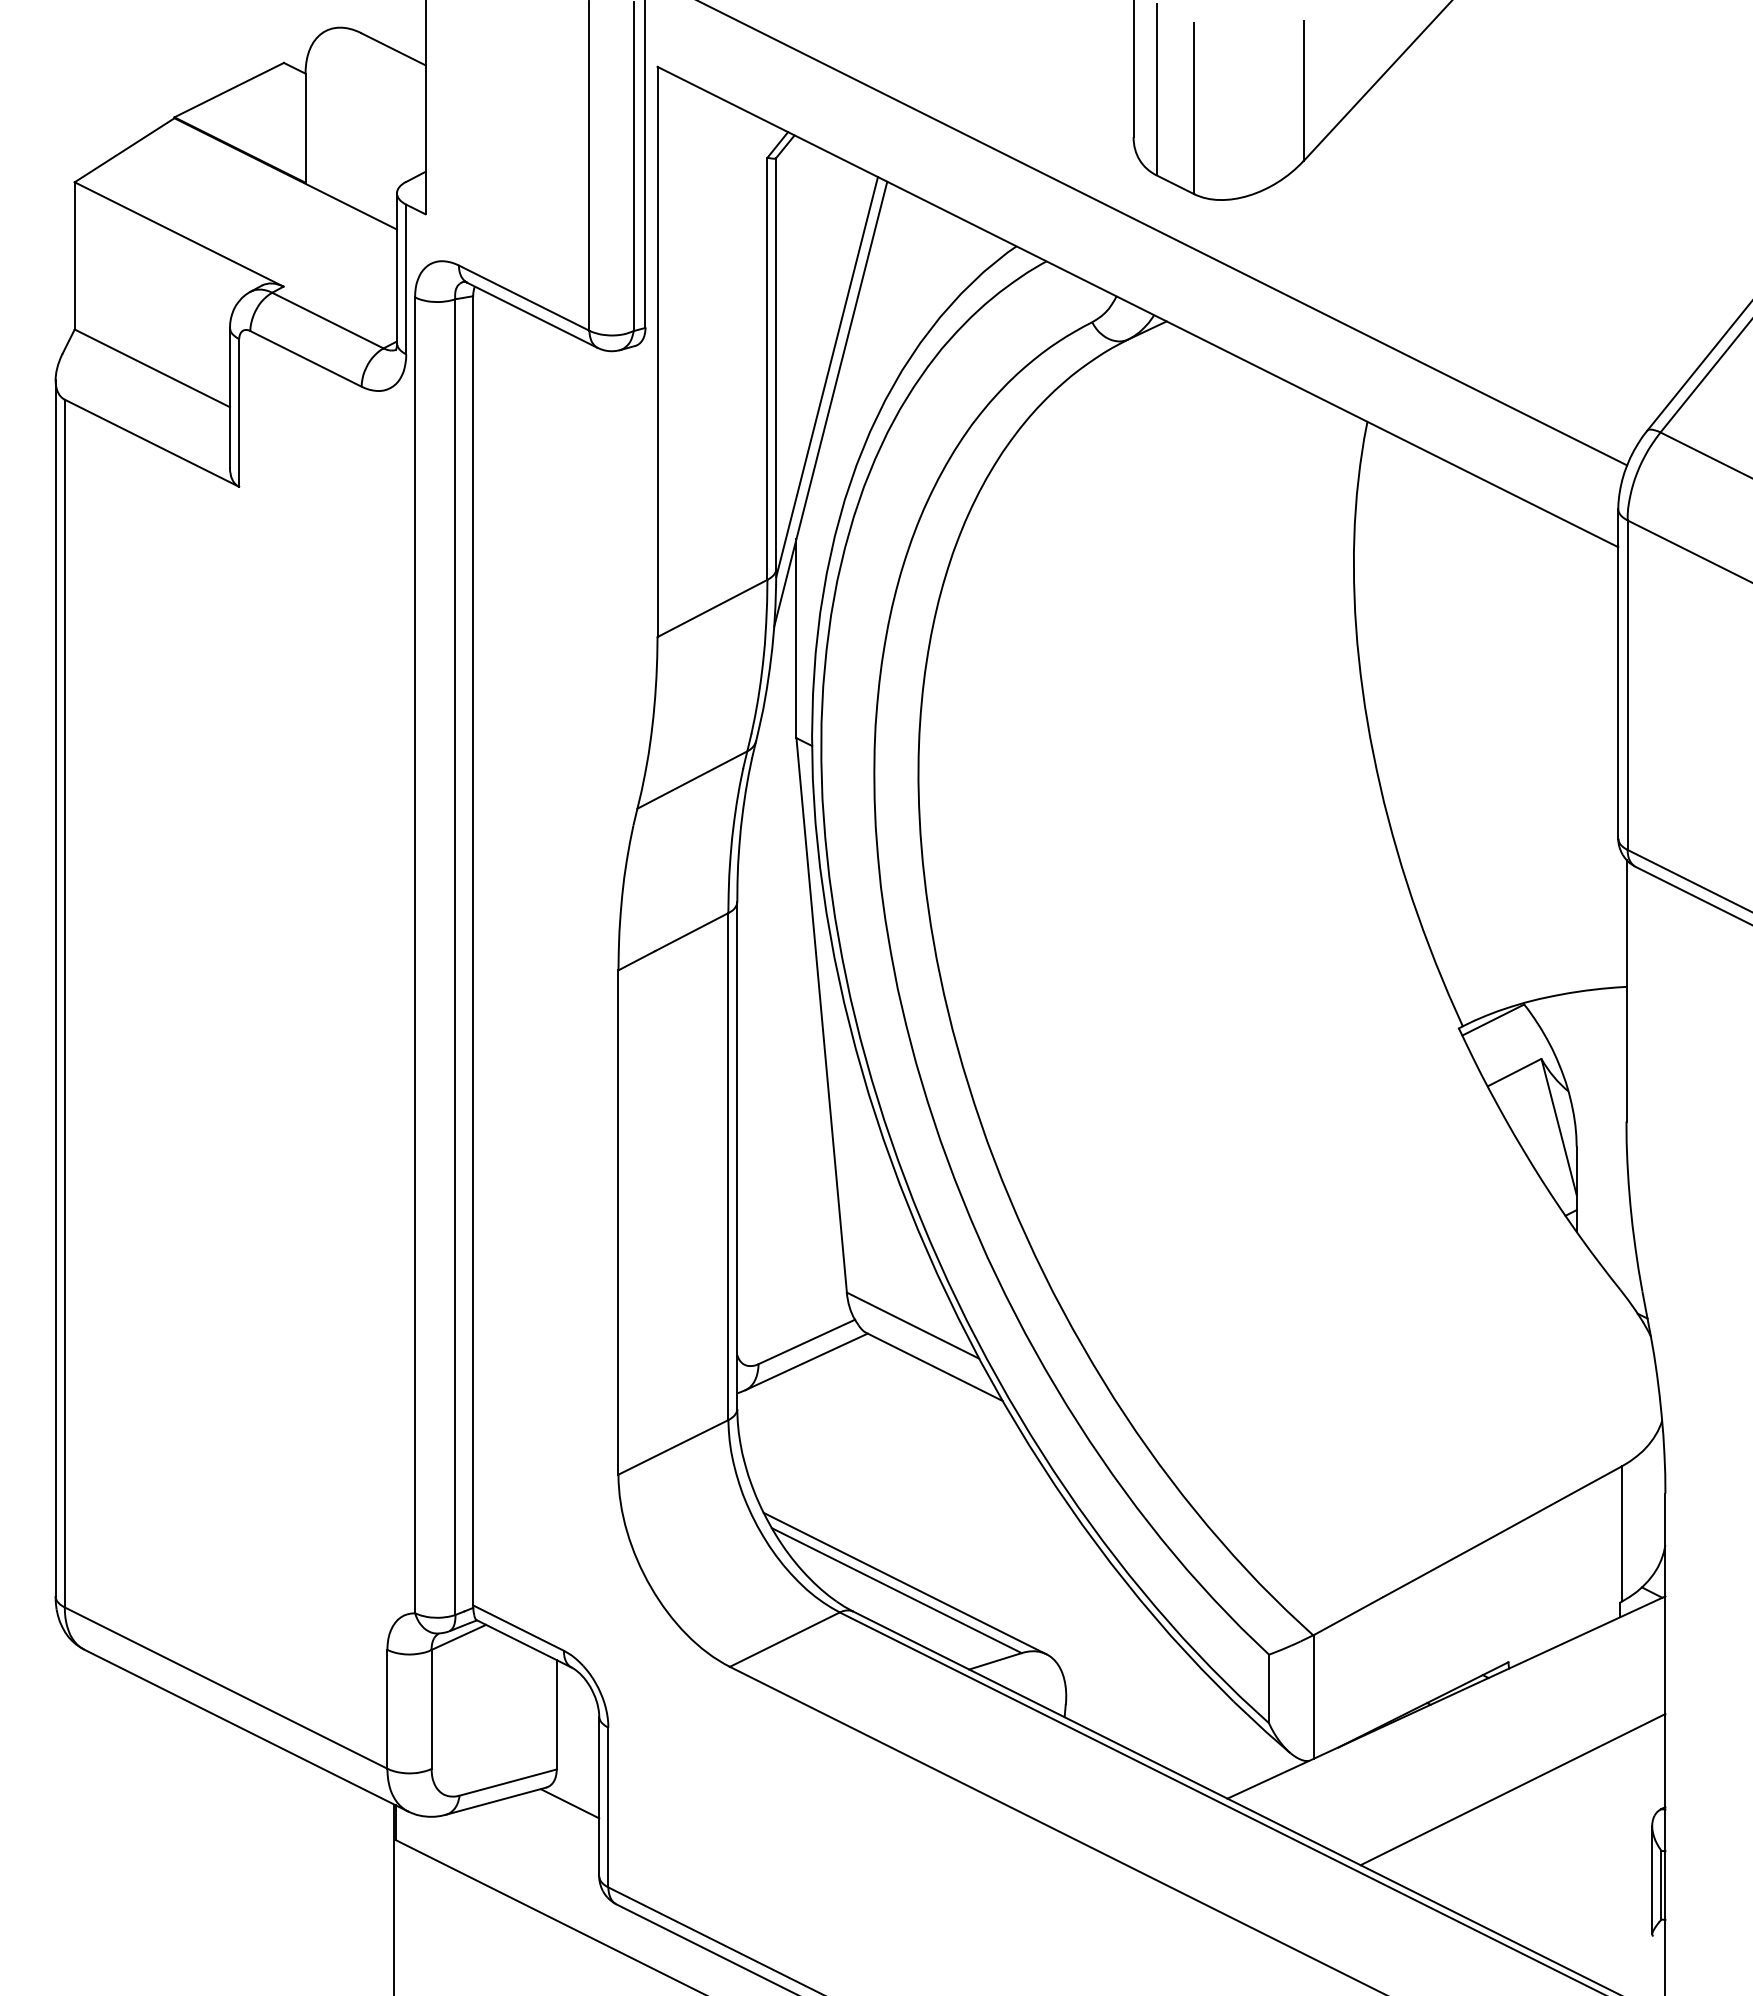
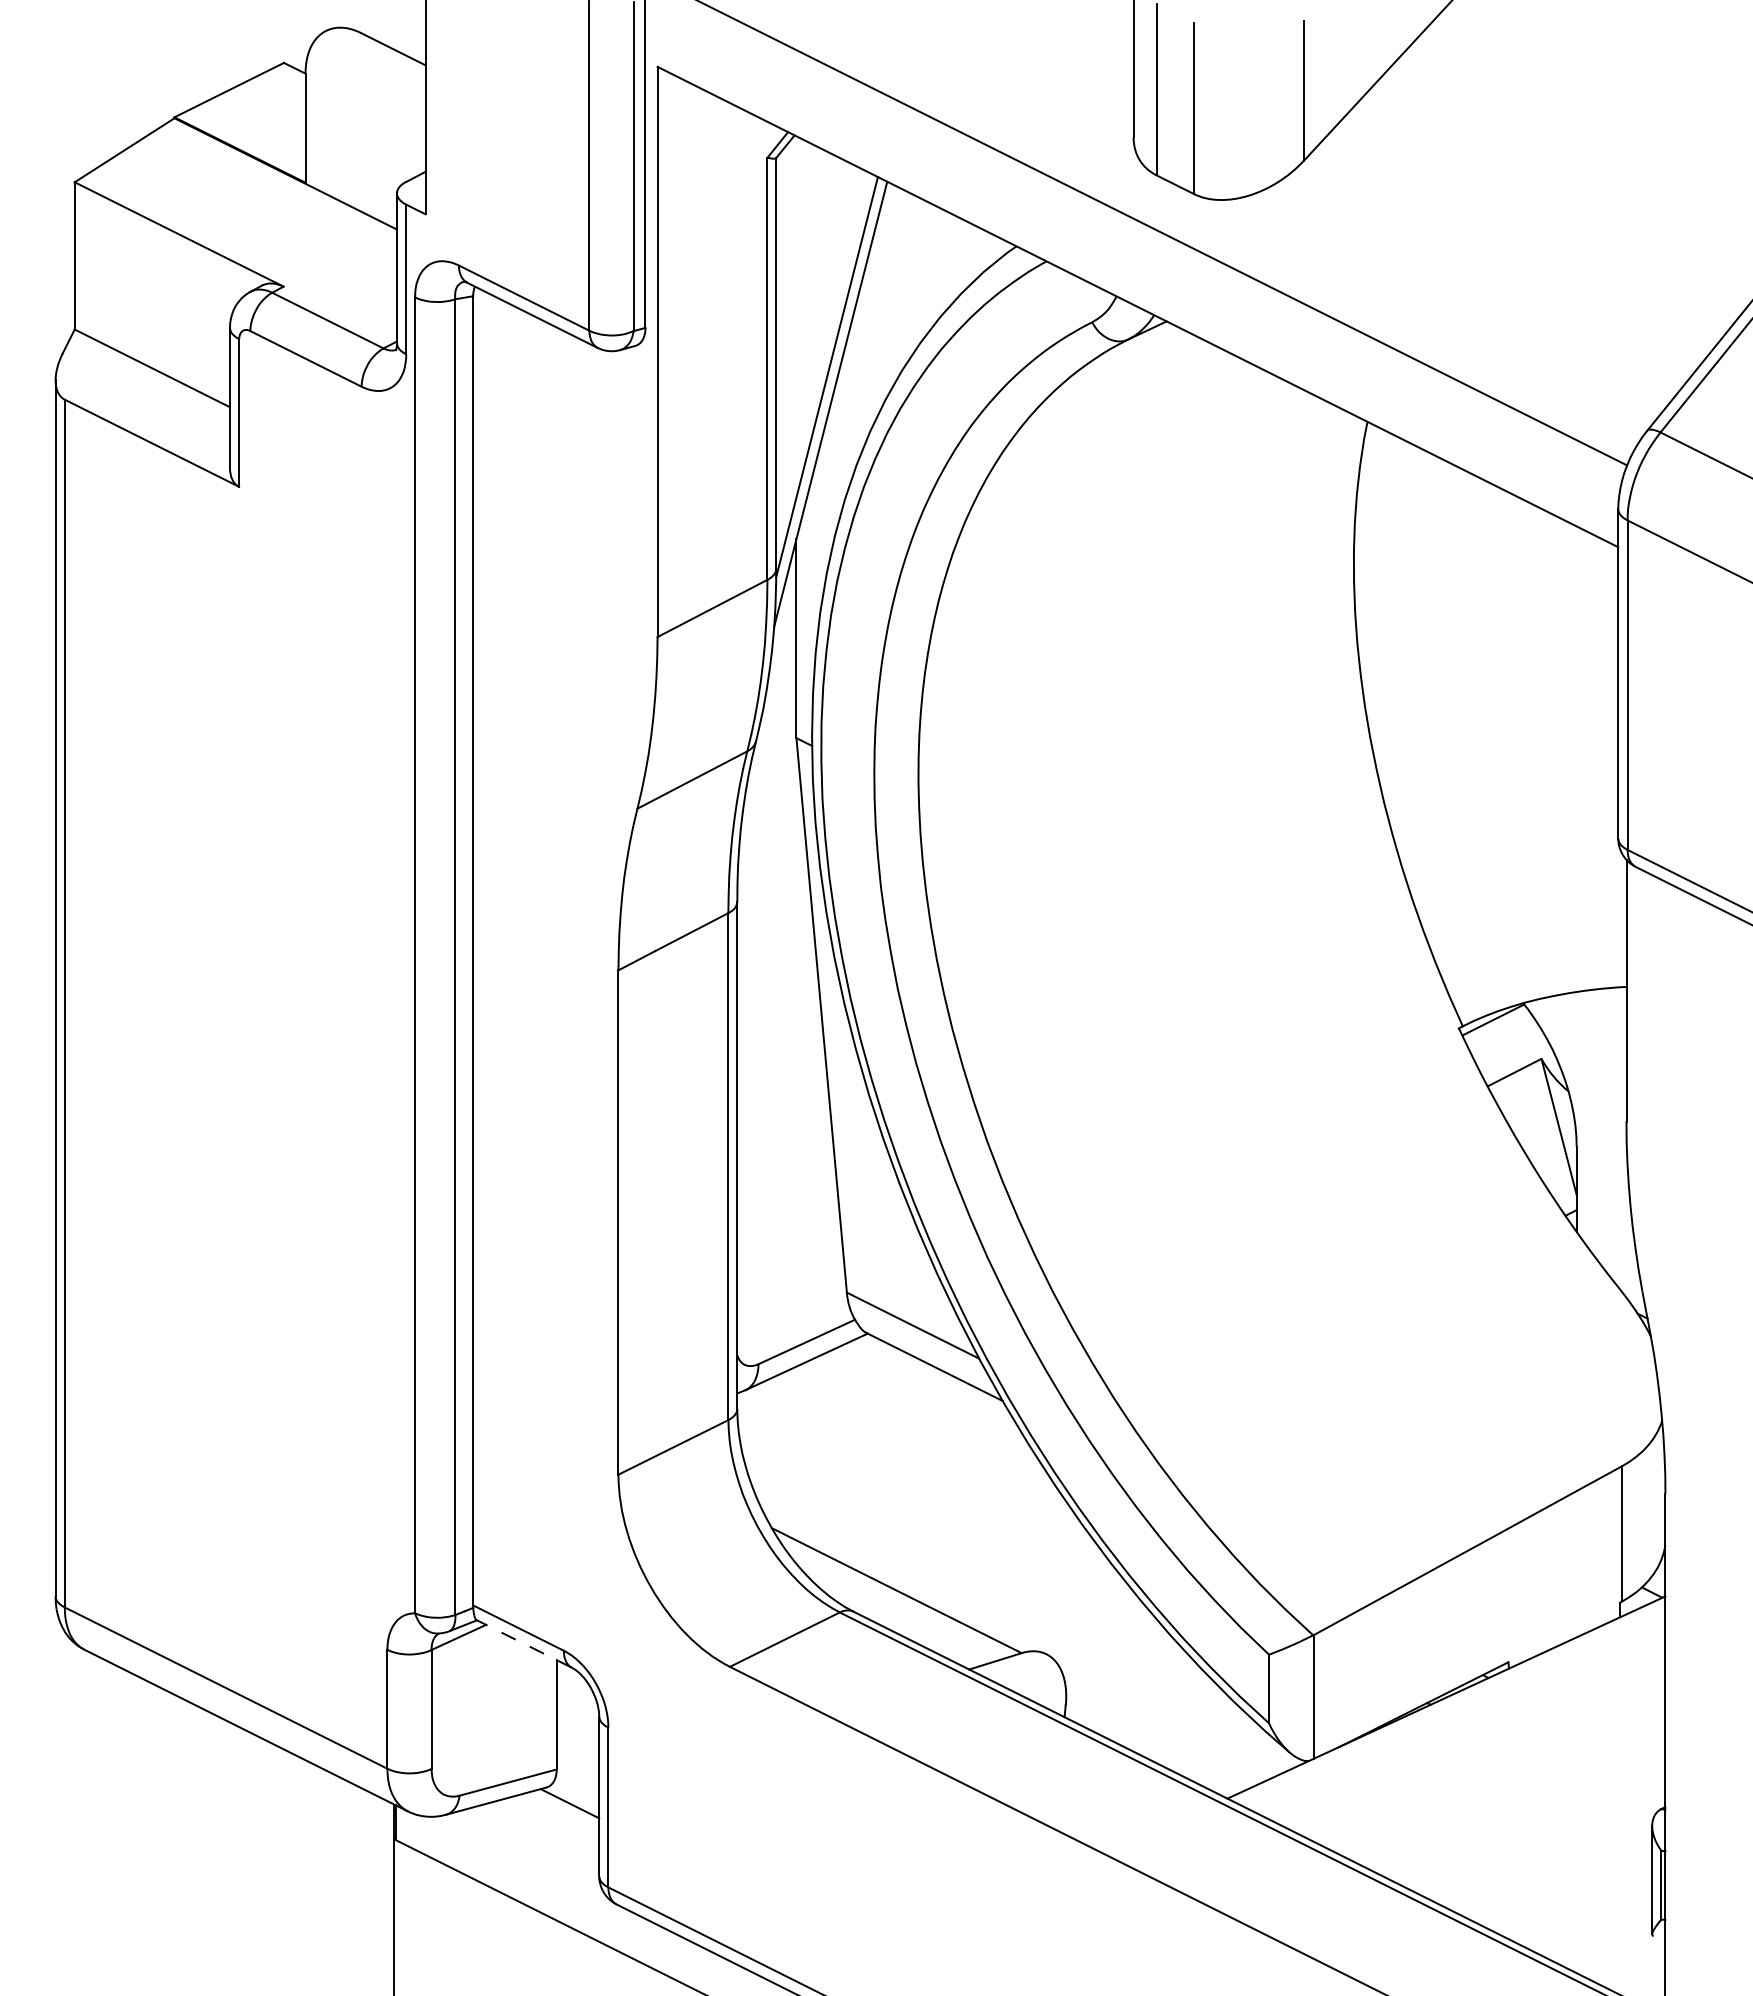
line at (904, 1583): present -> none
line at (523, 1643): solid -> dashed
line at (1512, 1789): present -> none
